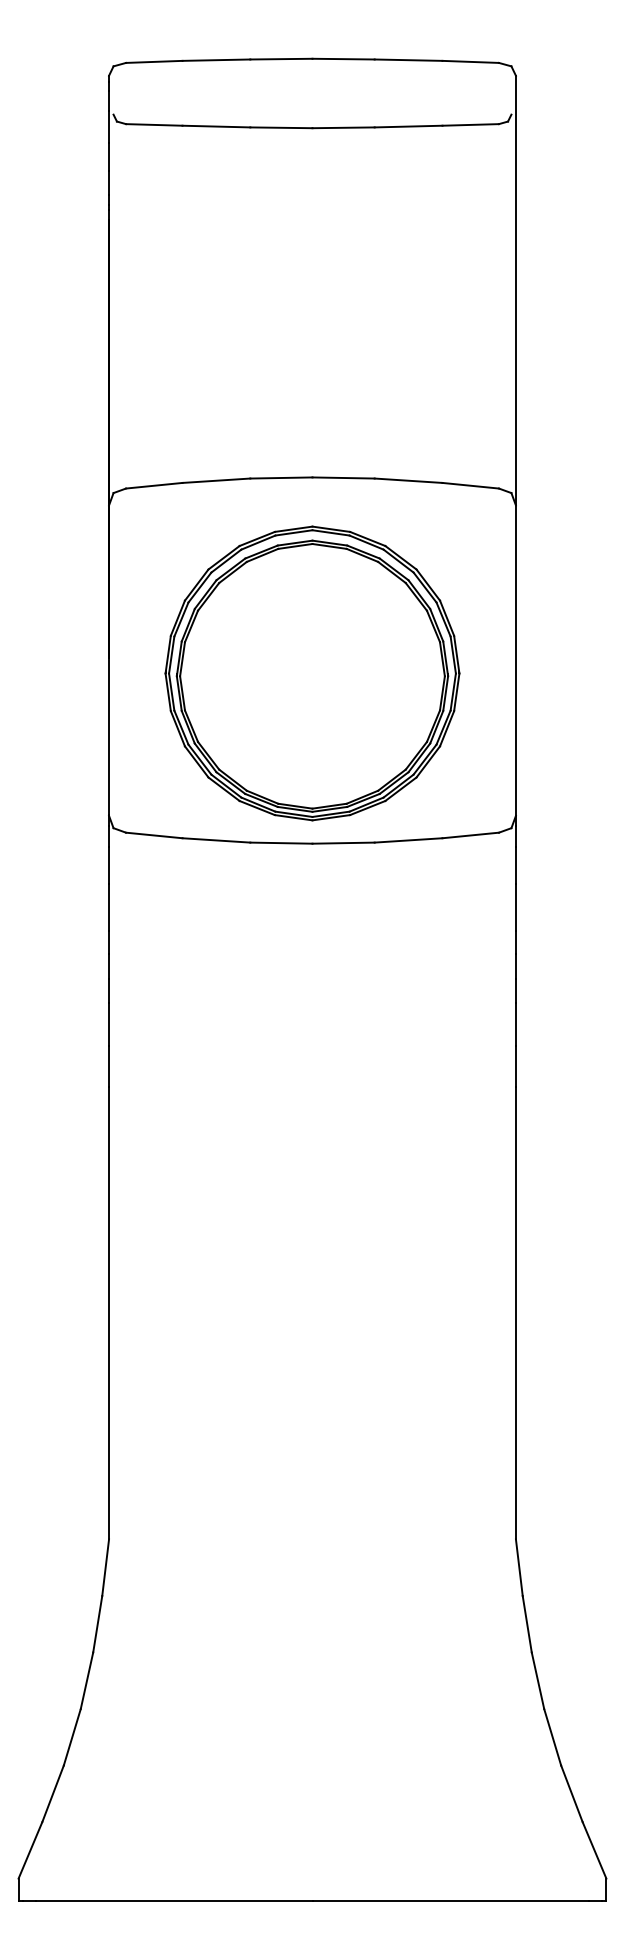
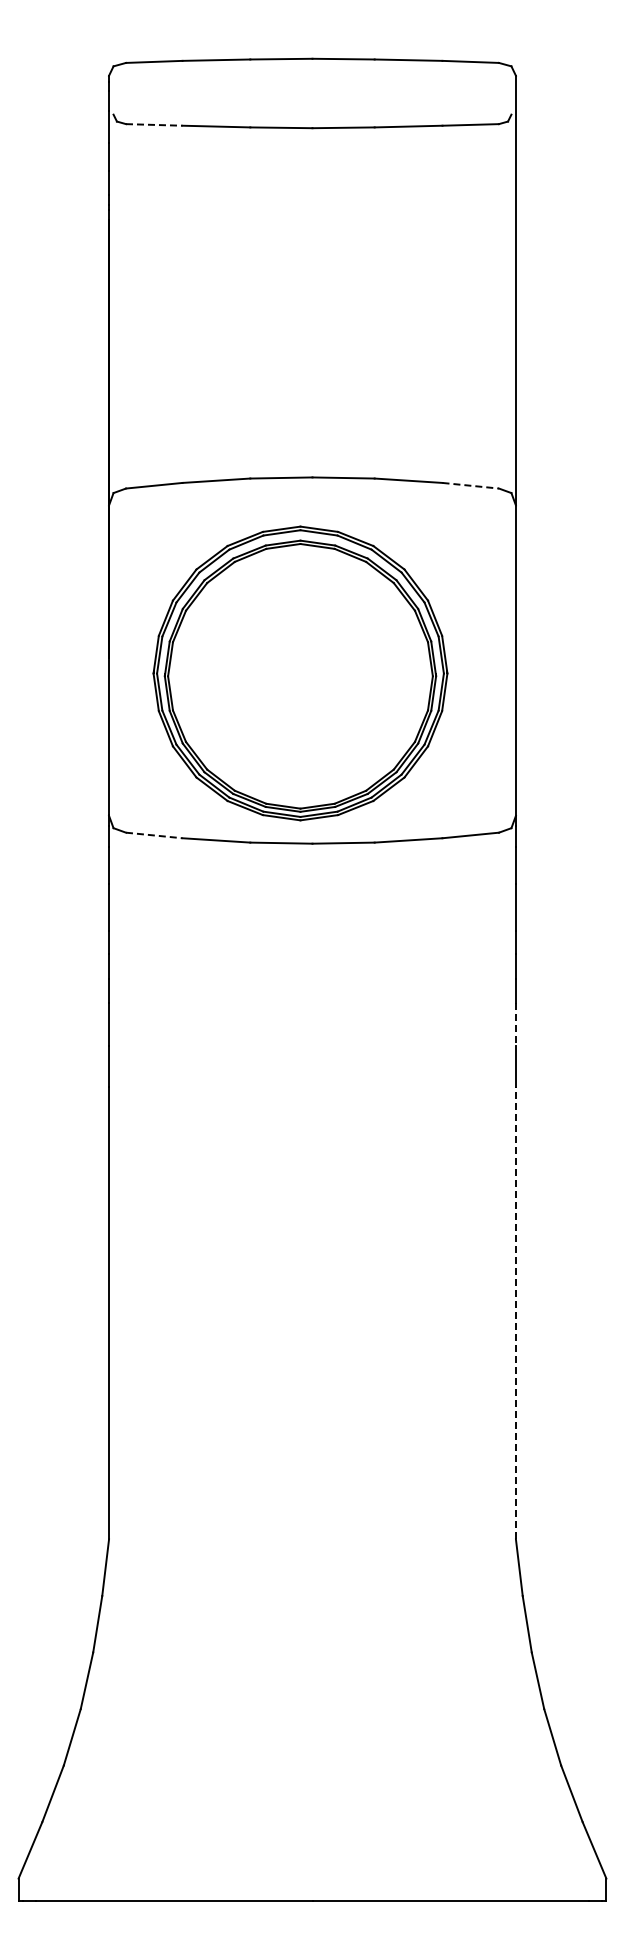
line at (154, 124): solid -> dashed
line at (471, 485): solid -> dashed
part at (312, 673) position: (312, 673) -> (300, 673)
line at (154, 835): solid -> dashed
line at (515, 1025): solid -> dashed
line at (515, 1312): solid -> dashed
